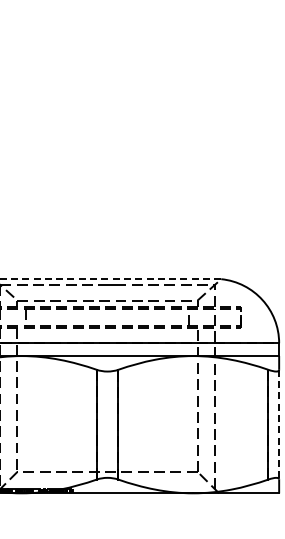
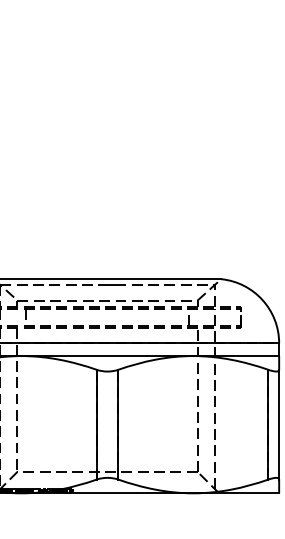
line at (110, 279): dashed -> solid
line at (279, 424): dashed -> solid
